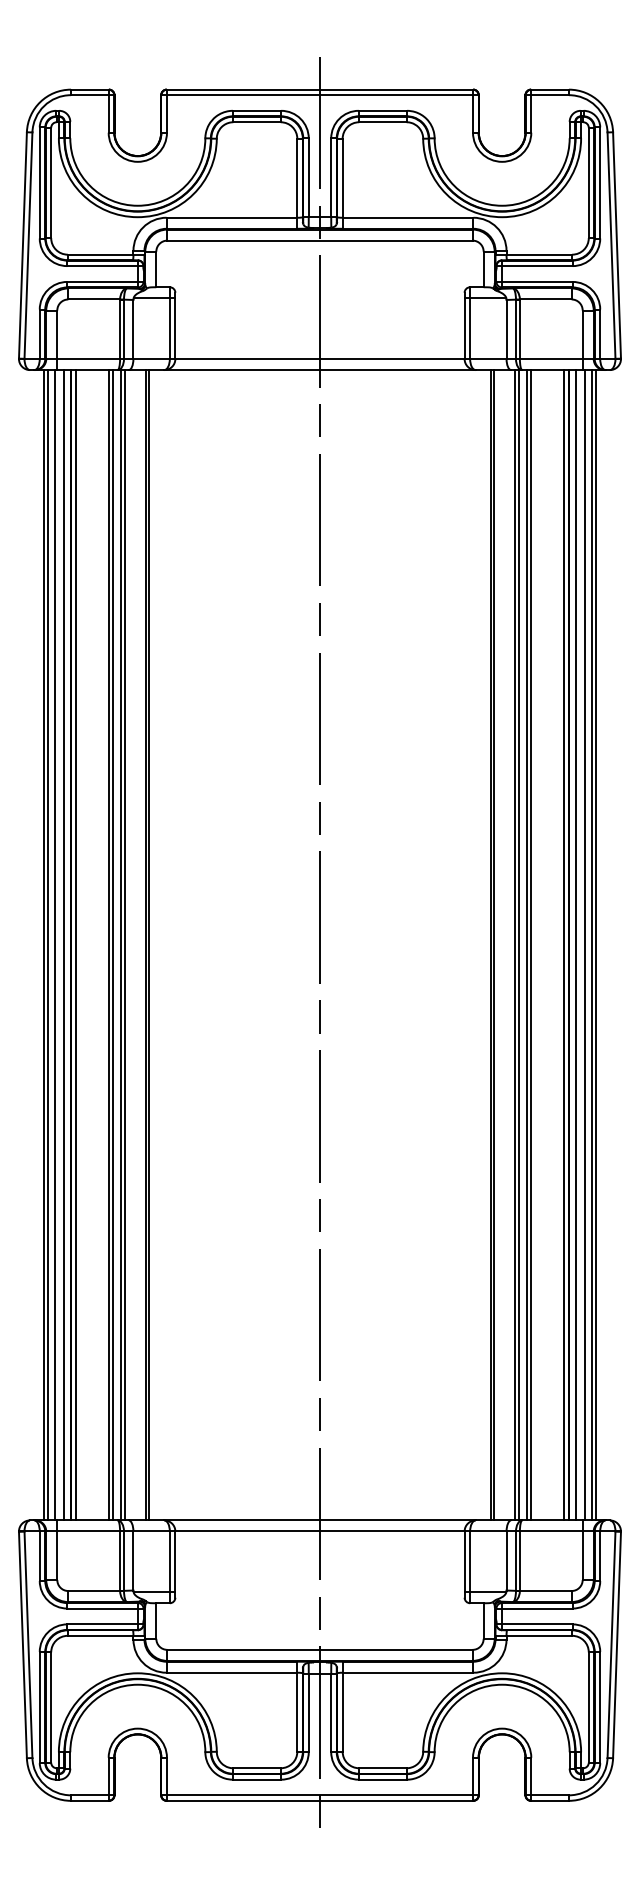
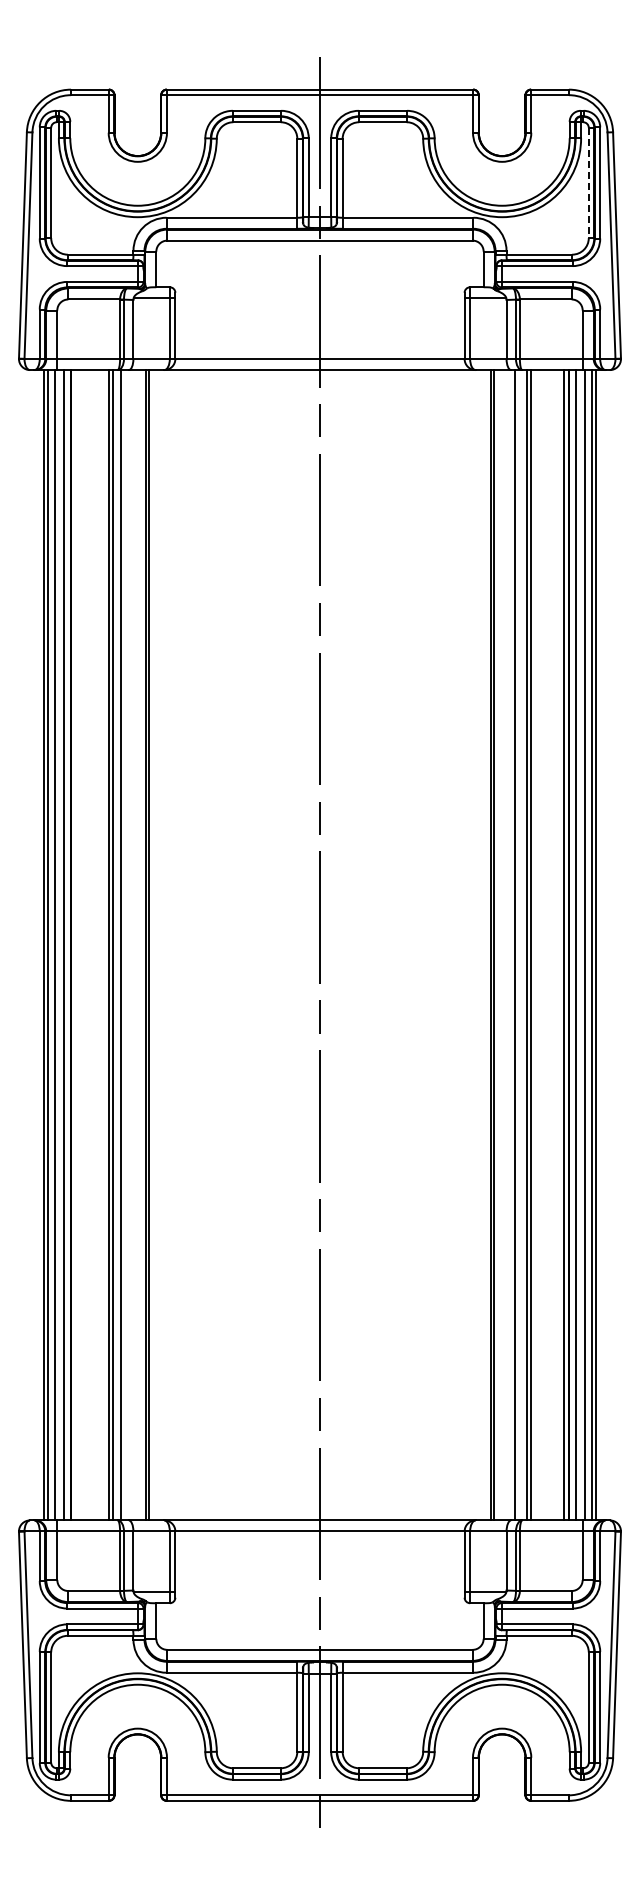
line at (588, 183): solid -> dashed
line at (76, 945): present -> none
line at (124, 945): present -> none
line at (519, 945): present -> none
